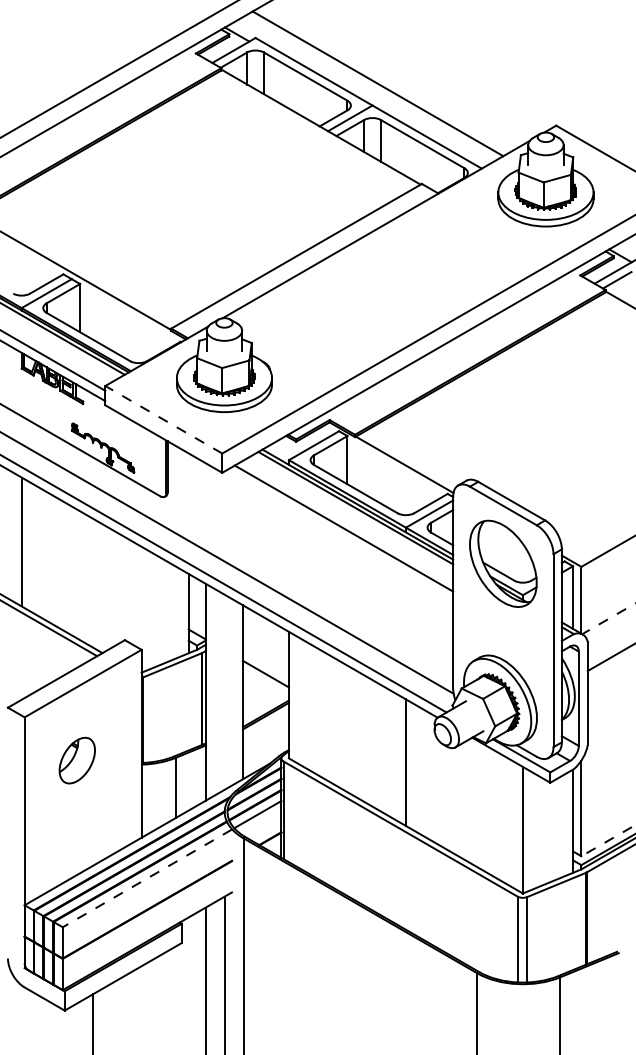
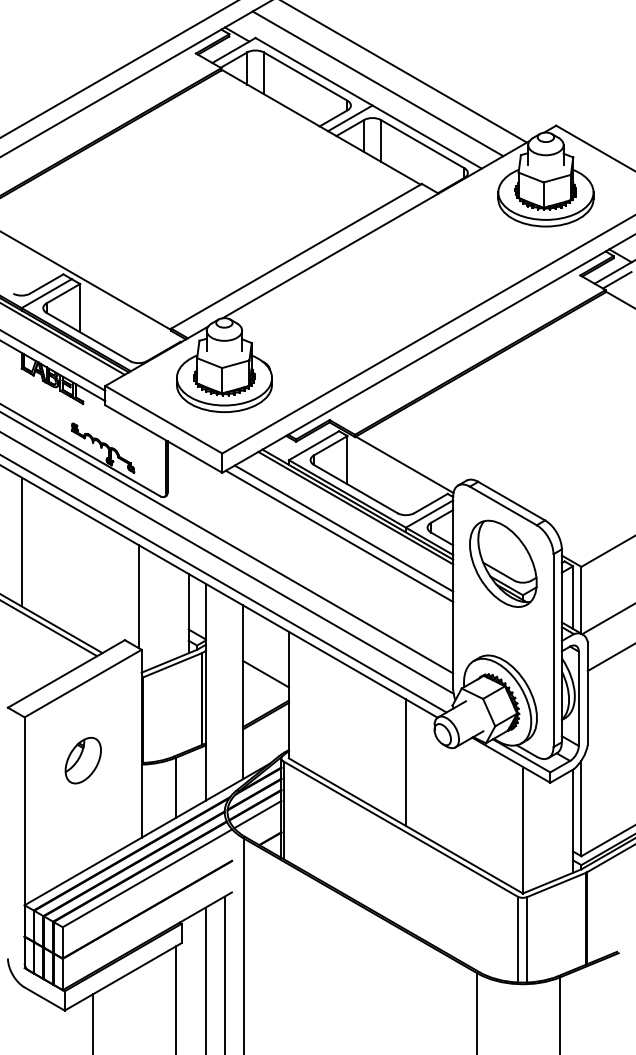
line at (405, 72): none -> present
line at (163, 419): dashed -> solid
line at (339, 536): none -> present
line at (227, 543): none -> present
line at (138, 596): none -> present
line at (609, 618): dashed -> solid
part at (76, 760) position: (76, 760) -> (82, 760)
line at (608, 840): dashed -> solid
line at (147, 878): dashed -> solid
line at (175, 998): none -> present
